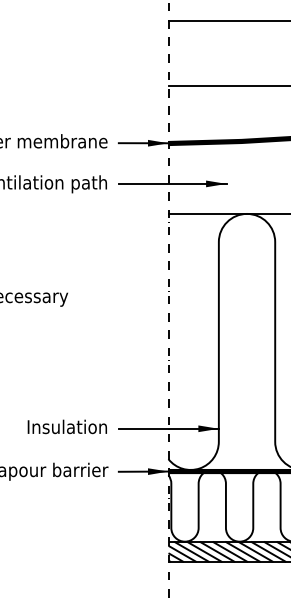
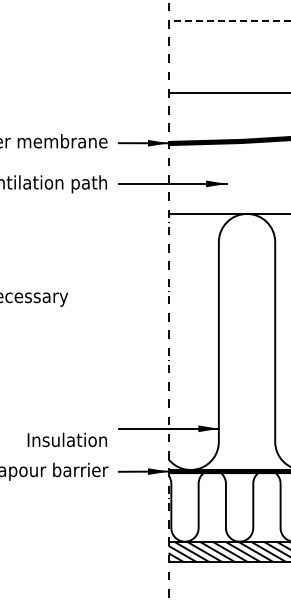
line at (229, 21): solid -> dashed
line at (227, 85) position: (227, 85) -> (227, 92)
text at (66, 426) position: (66, 426) -> (66, 439)
